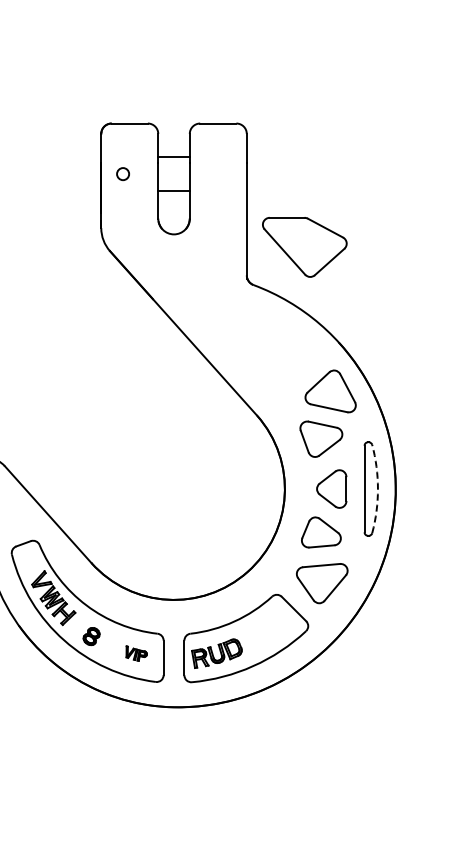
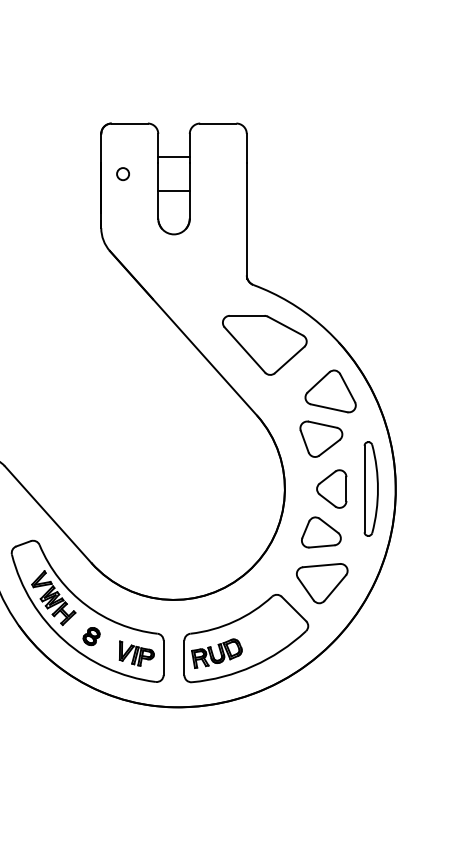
part at (304, 247) position: (304, 247) -> (264, 345)
arc at (377, 489): dashed -> solid
part at (136, 653) size: 23x17 px -> 37x27 px
